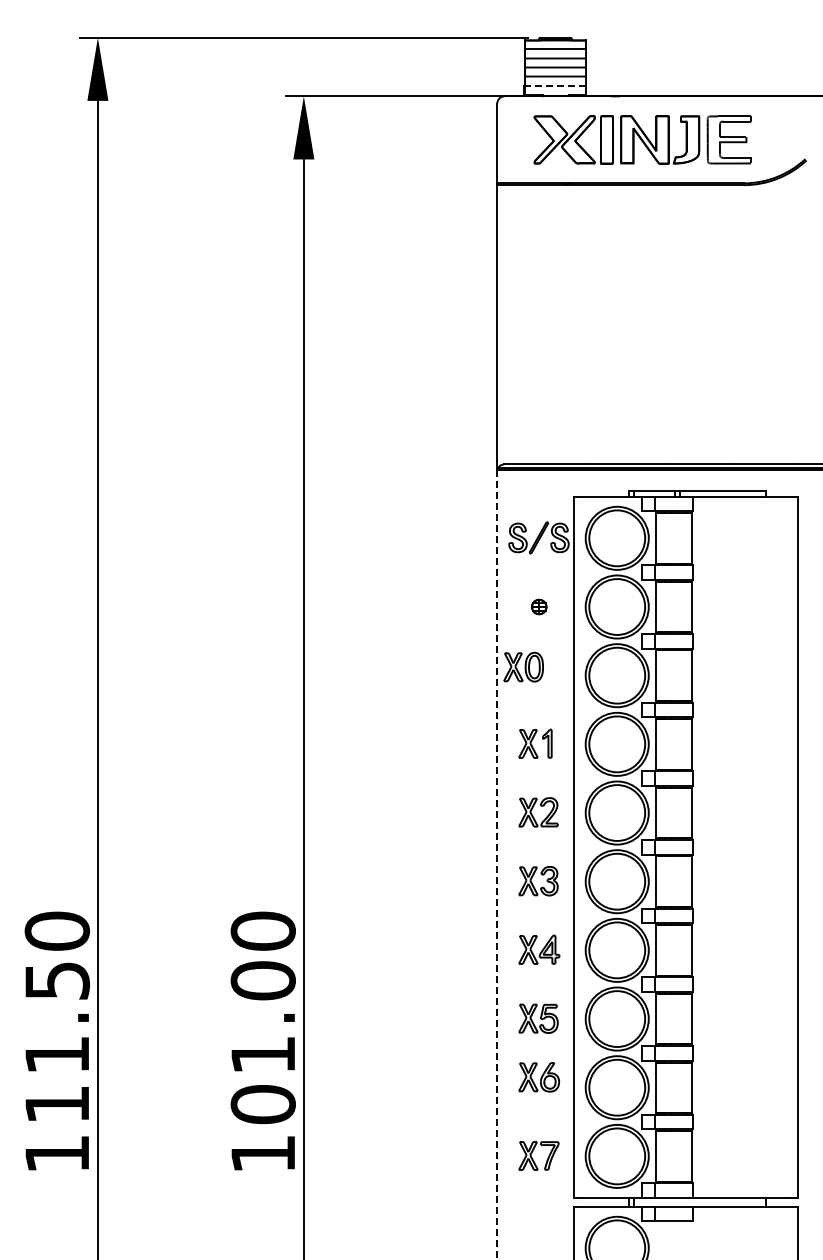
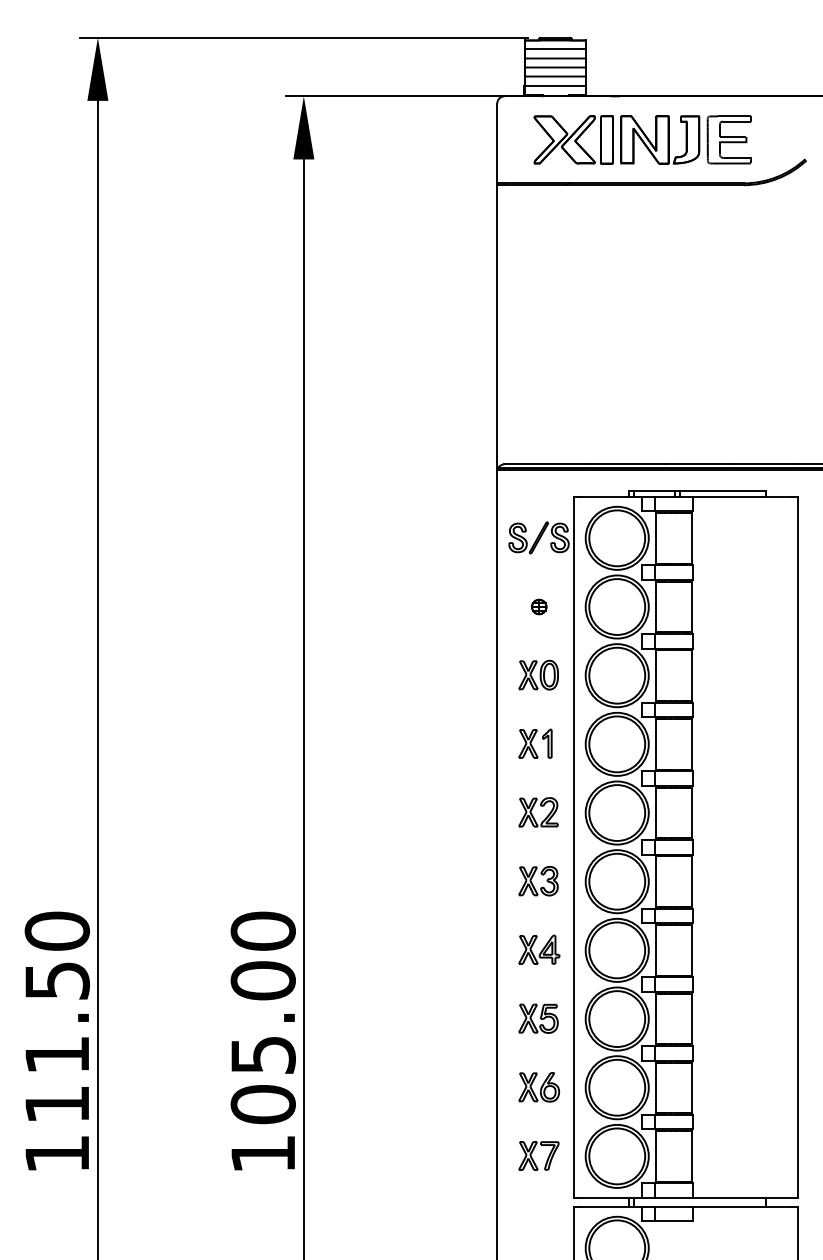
line at (555, 85): dashed -> solid
part at (523, 666) position: (523, 666) -> (538, 674)
line at (497, 864): dashed -> solid
text at (263, 1055): 101.00 -> 105.00
part at (539, 1077) position: (539, 1077) -> (539, 1087)
